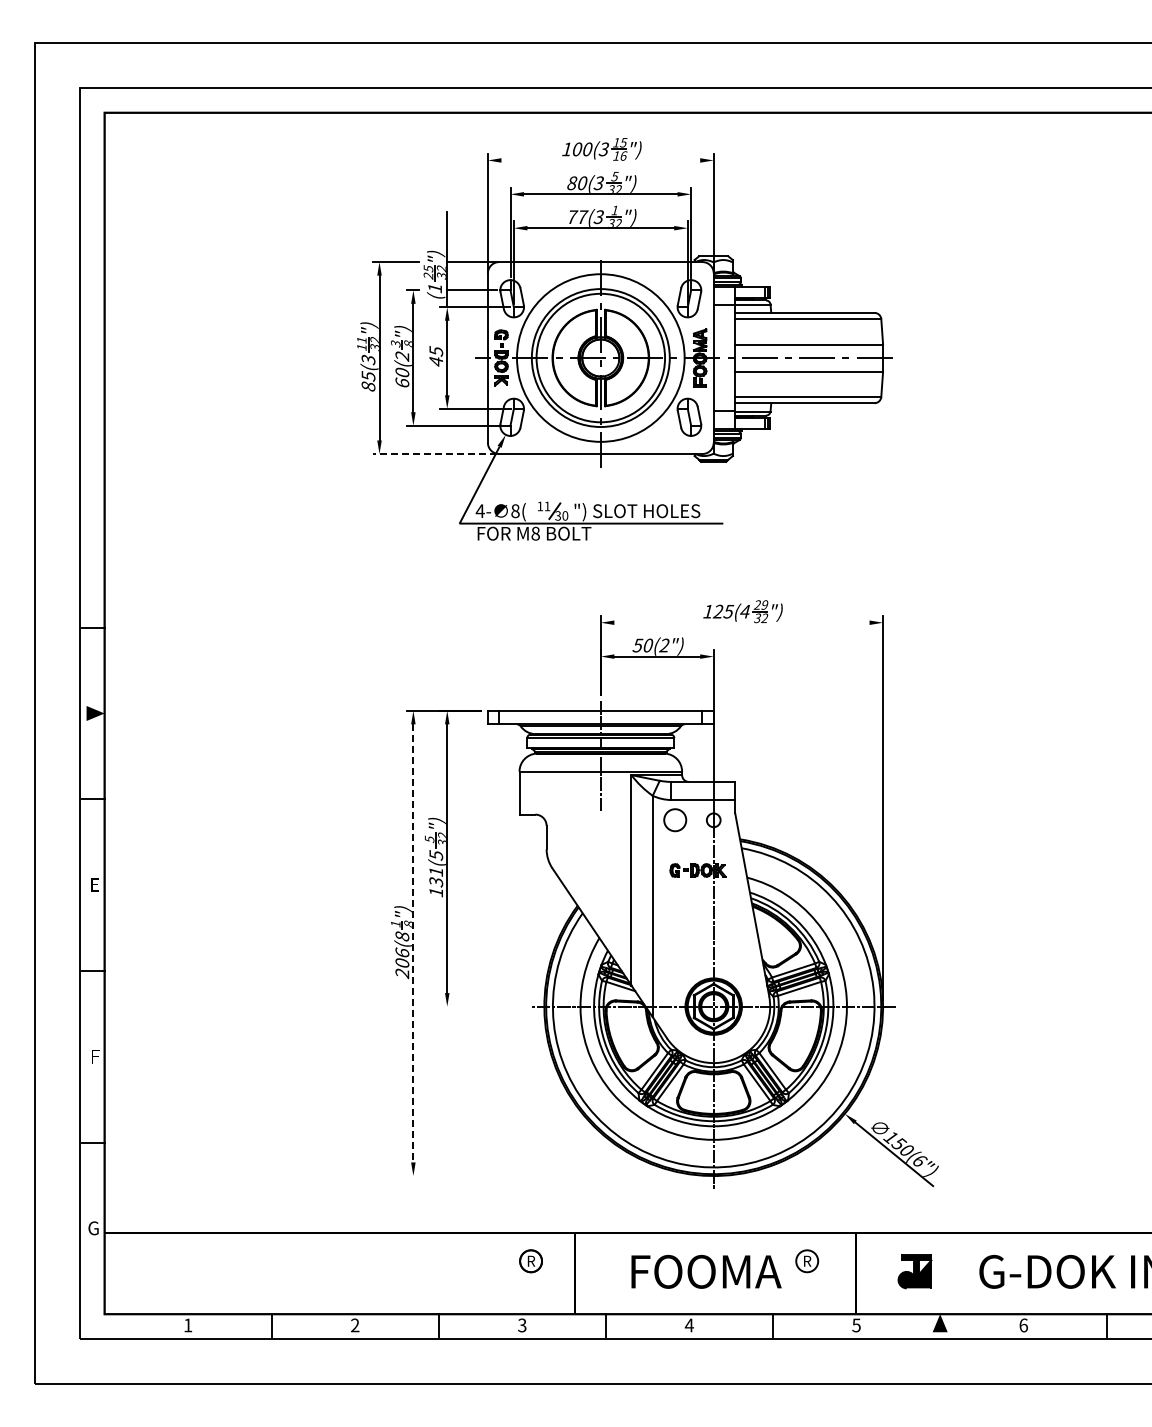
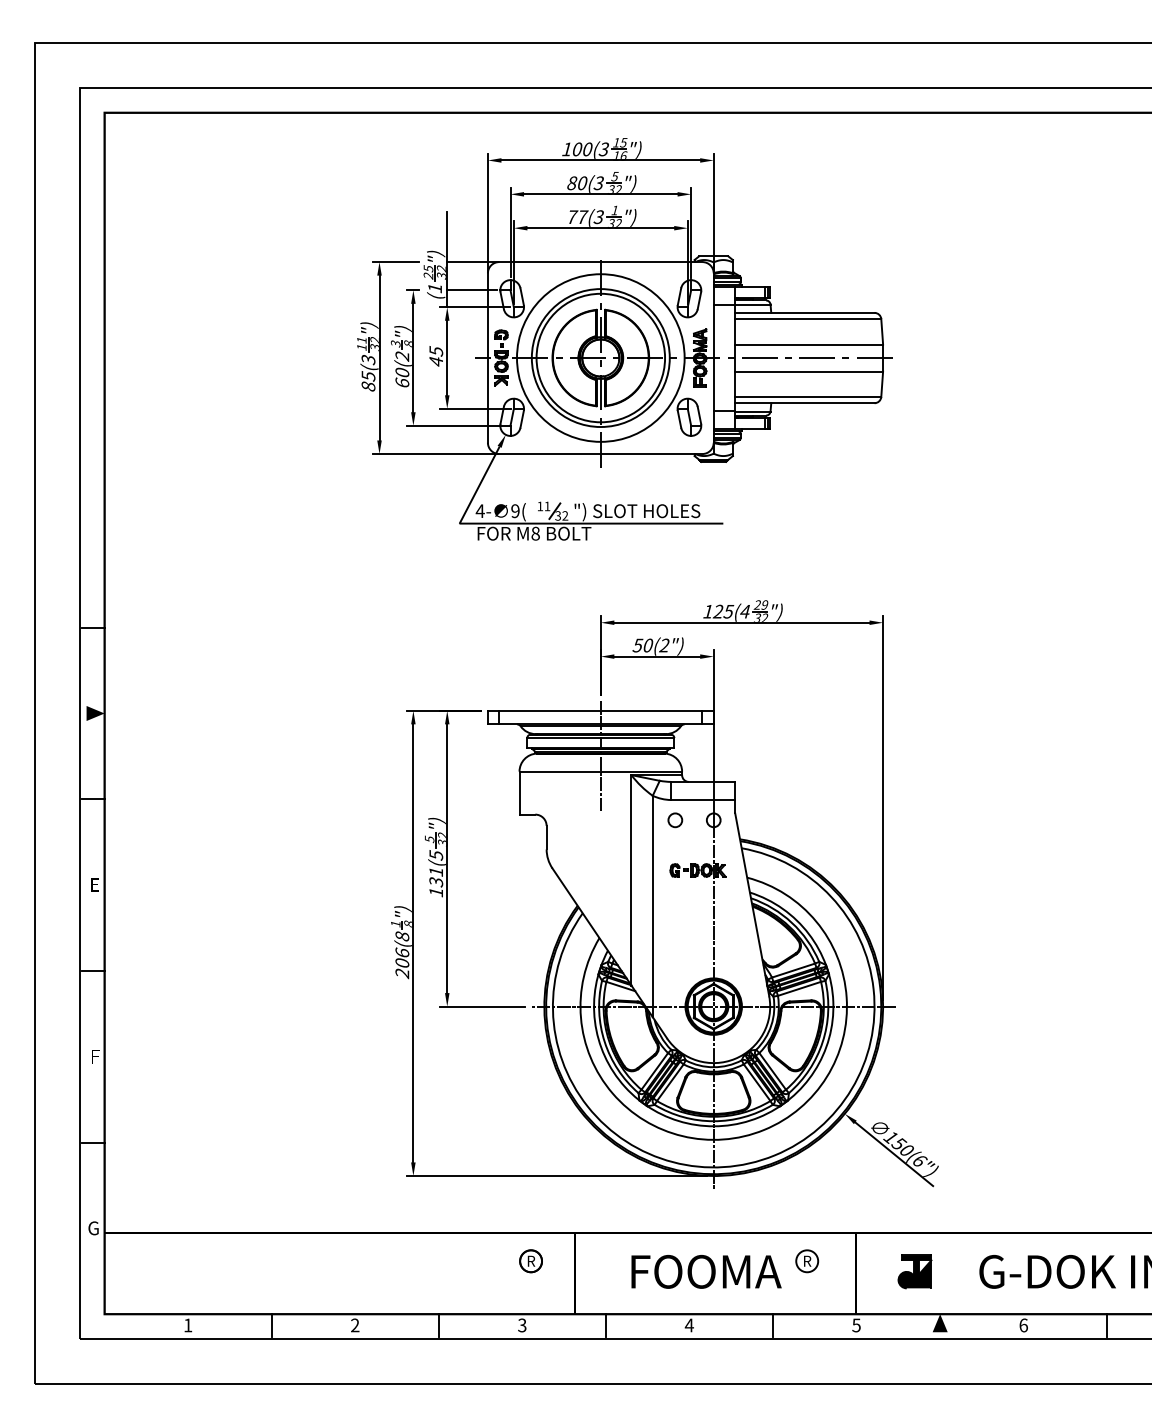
line at (600, 160): none -> present
line at (434, 454): dashed -> solid
text at (515, 511): 8( -> 9(
text at (565, 515): 30 -> 32
line at (741, 622): none -> present
circle at (675, 820) size: 25x25 px -> 17x17 px
line at (413, 943): dashed -> solid
line at (482, 1006): none -> present
line at (556, 1176): none -> present
